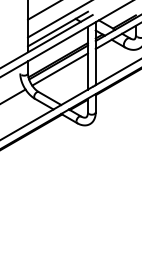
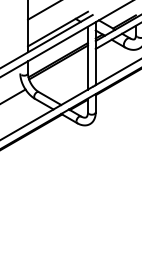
line at (58, 19): present -> none
line at (59, 69): present -> none
